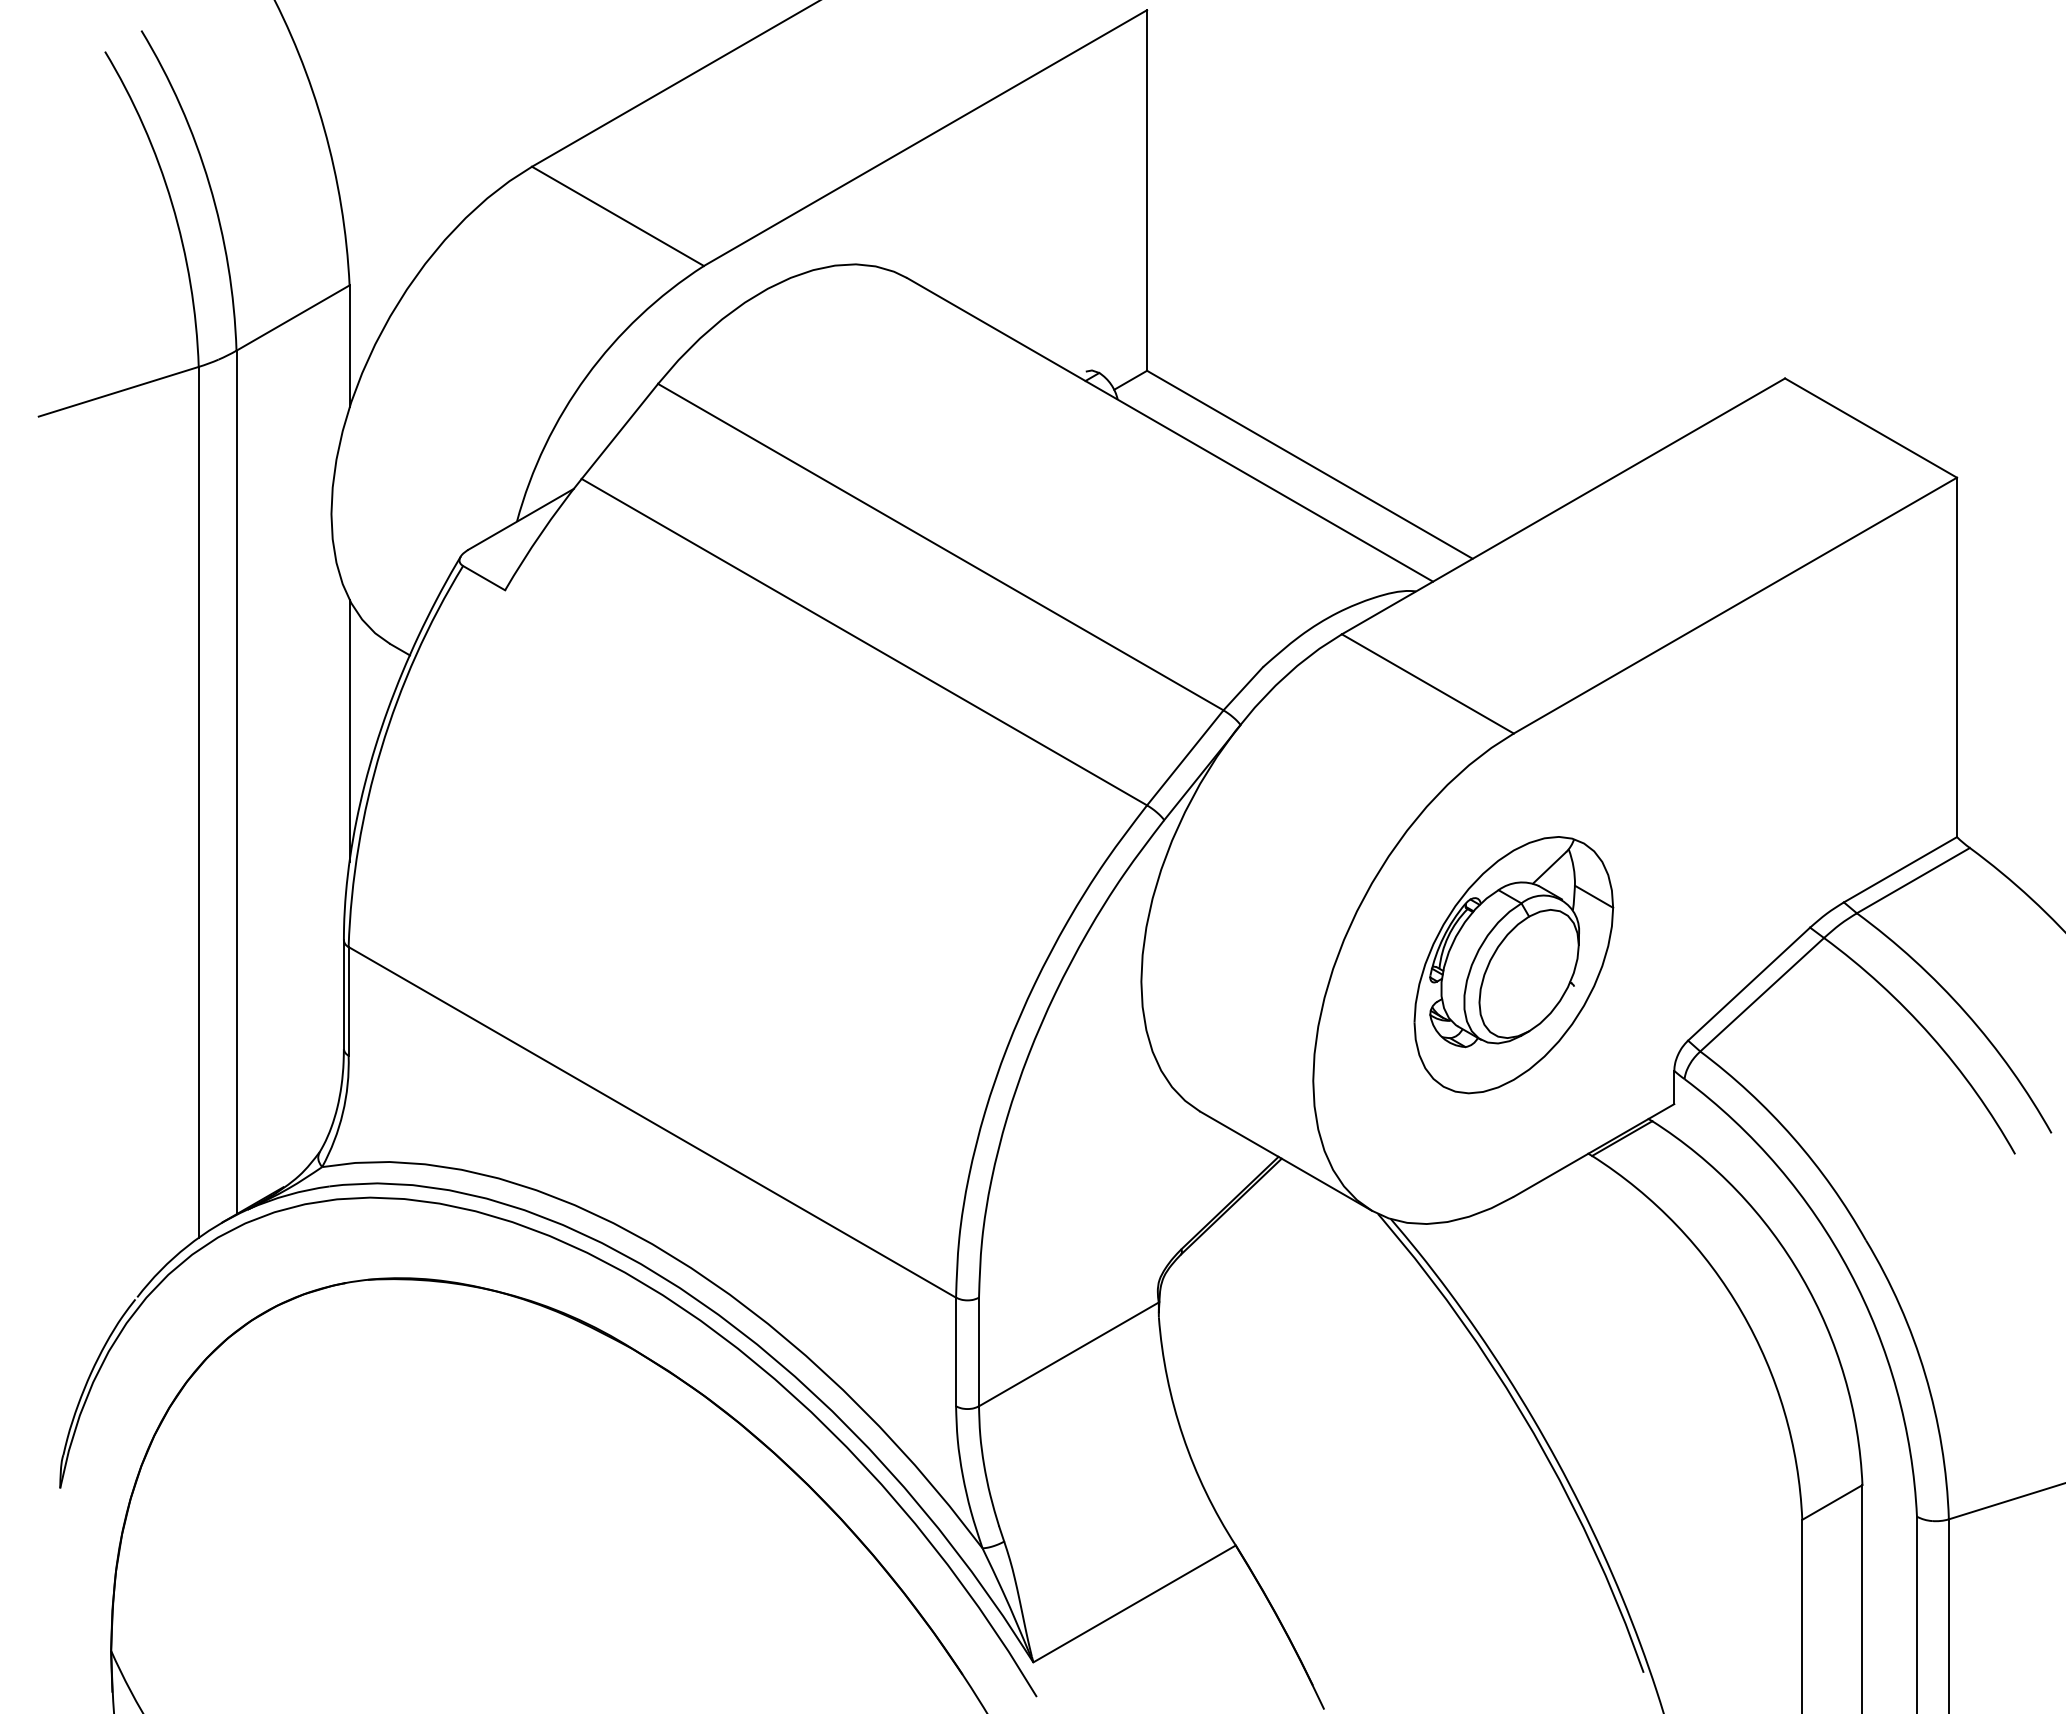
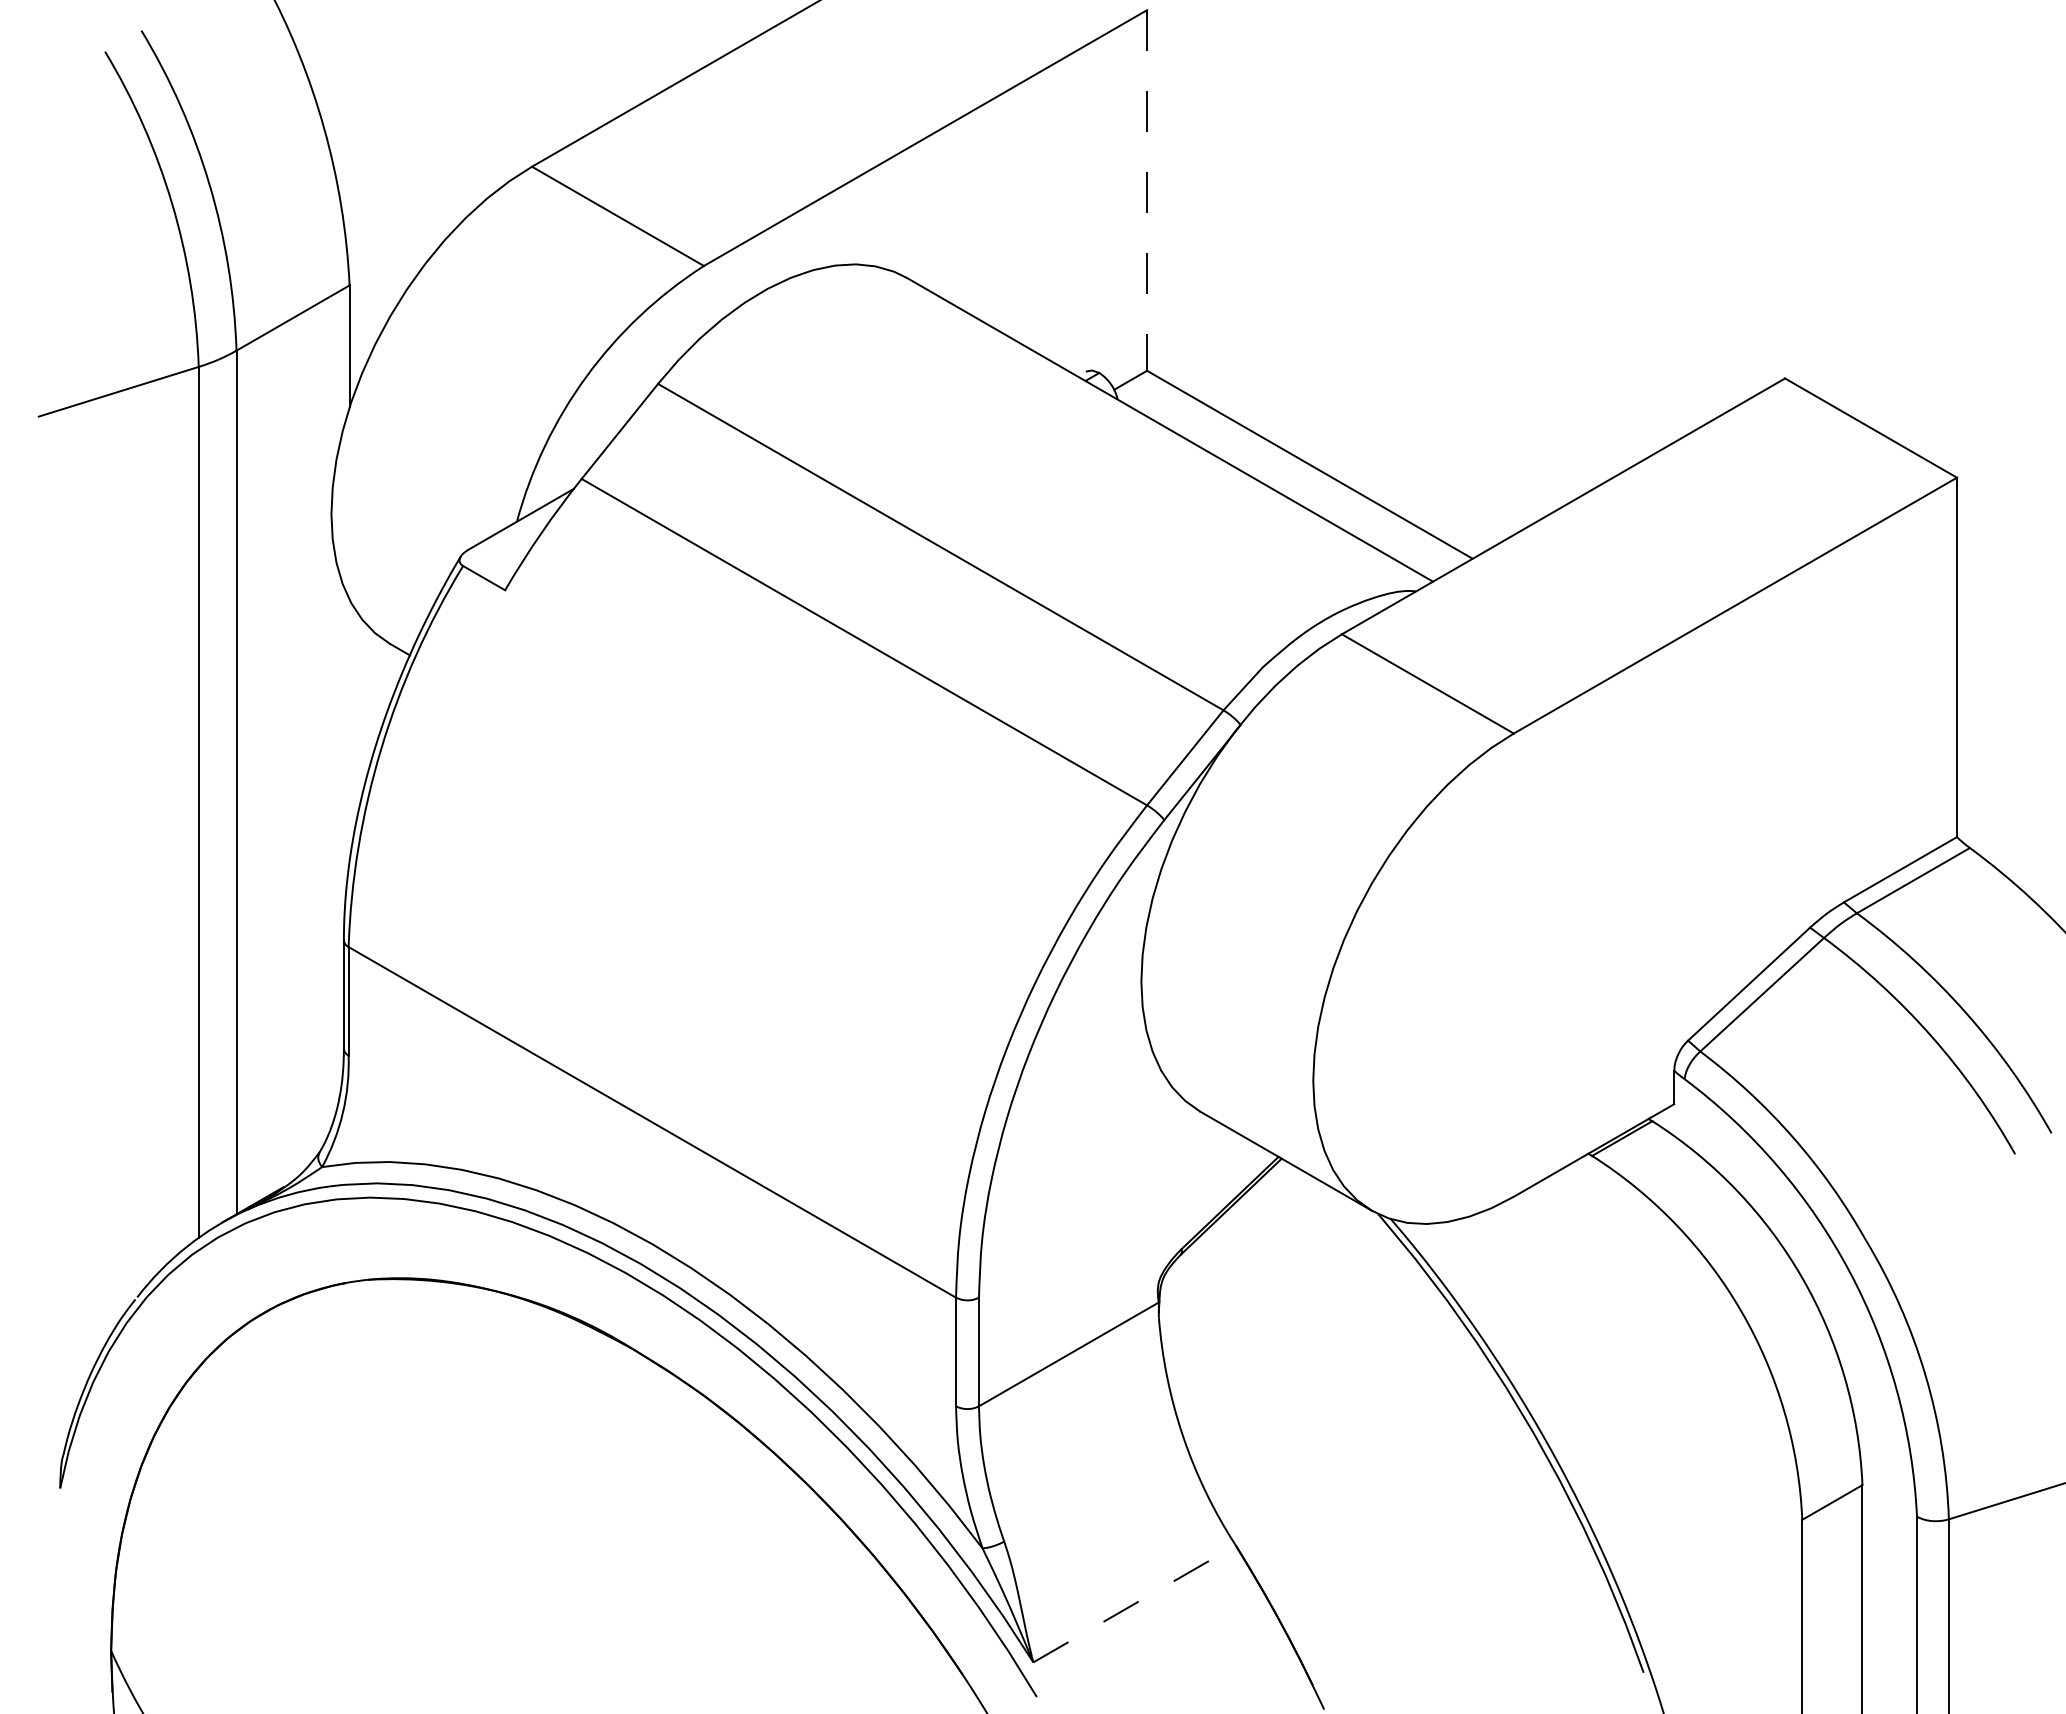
line at (1147, 190): solid -> dashed
line at (349, 730): present -> none
part at (1513, 965): present -> none
line at (1134, 1603): solid -> dashed
